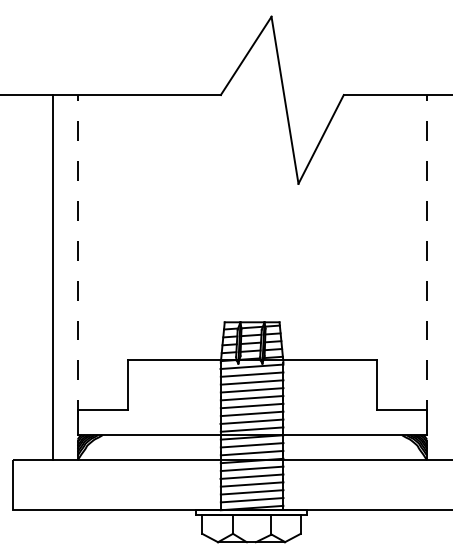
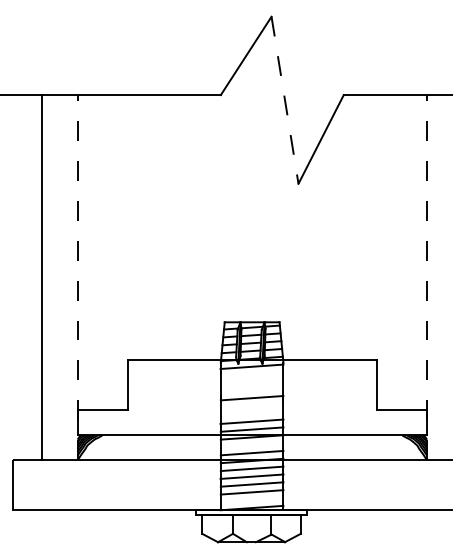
line at (285, 100): solid -> dashed
line at (52, 277) position: (52, 277) -> (41, 277)
line at (251, 374): present -> none
line at (251, 382): present -> none
line at (251, 390): present -> none
line at (251, 405): present -> none
line at (251, 413): present -> none
line at (251, 445): present -> none
line at (251, 500): present -> none
